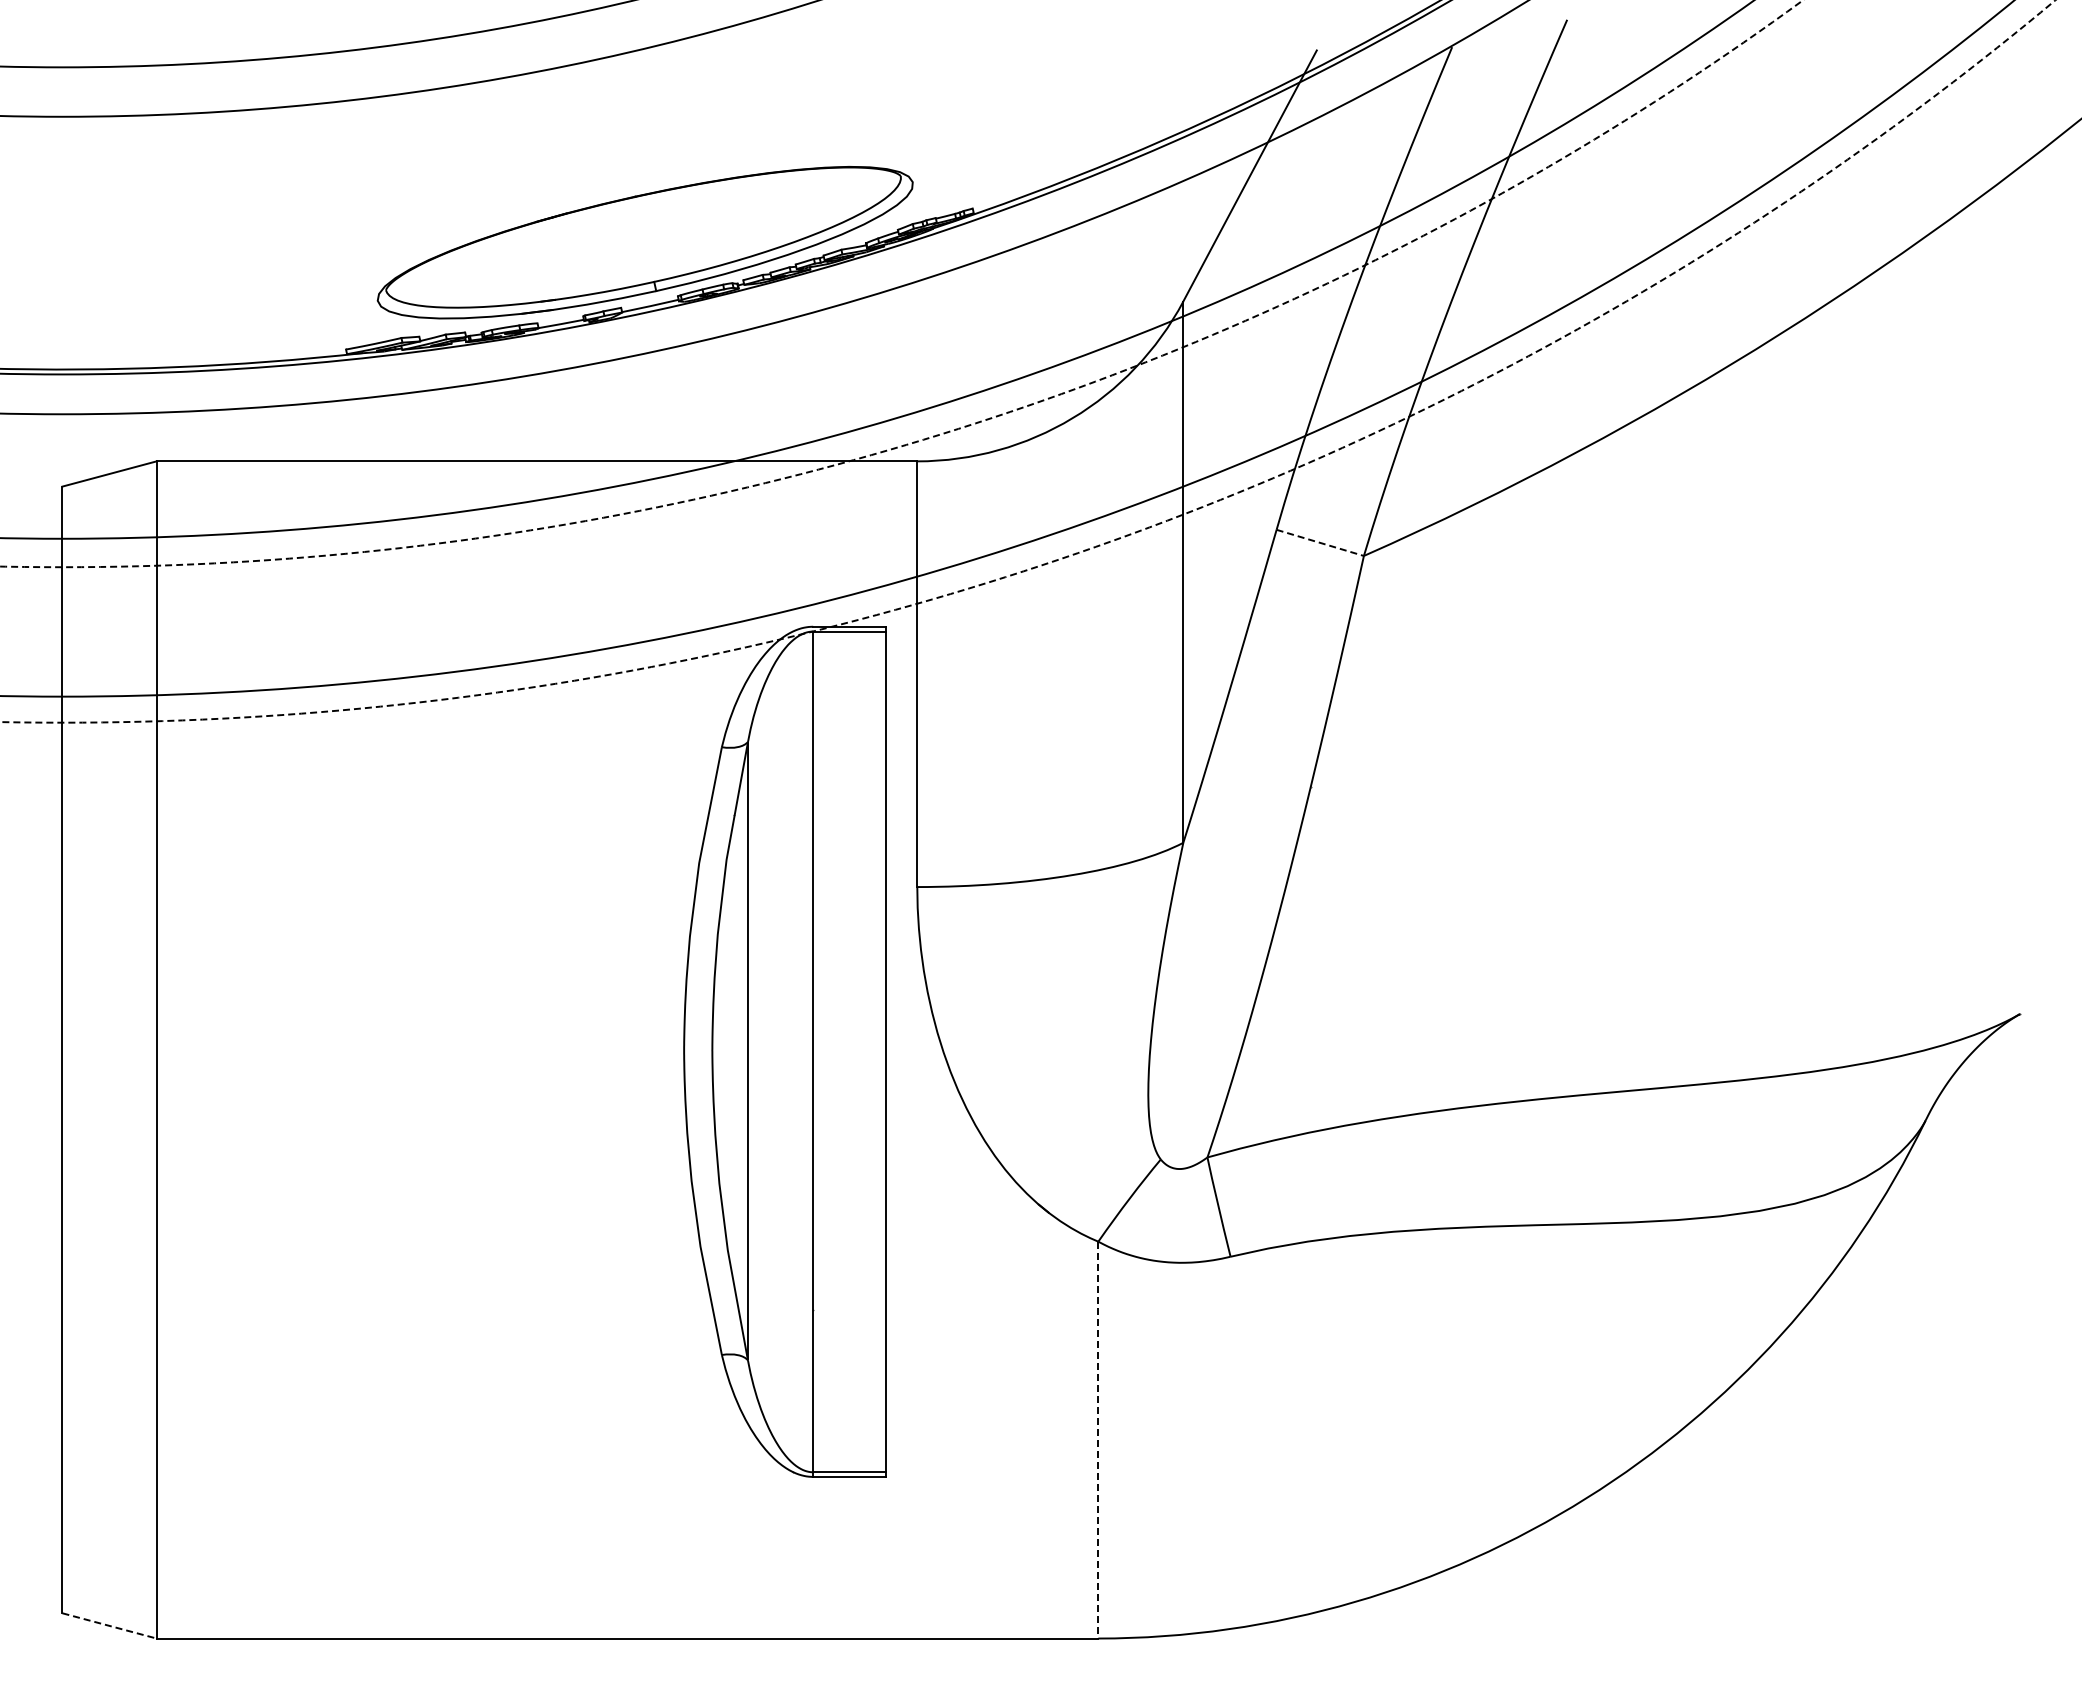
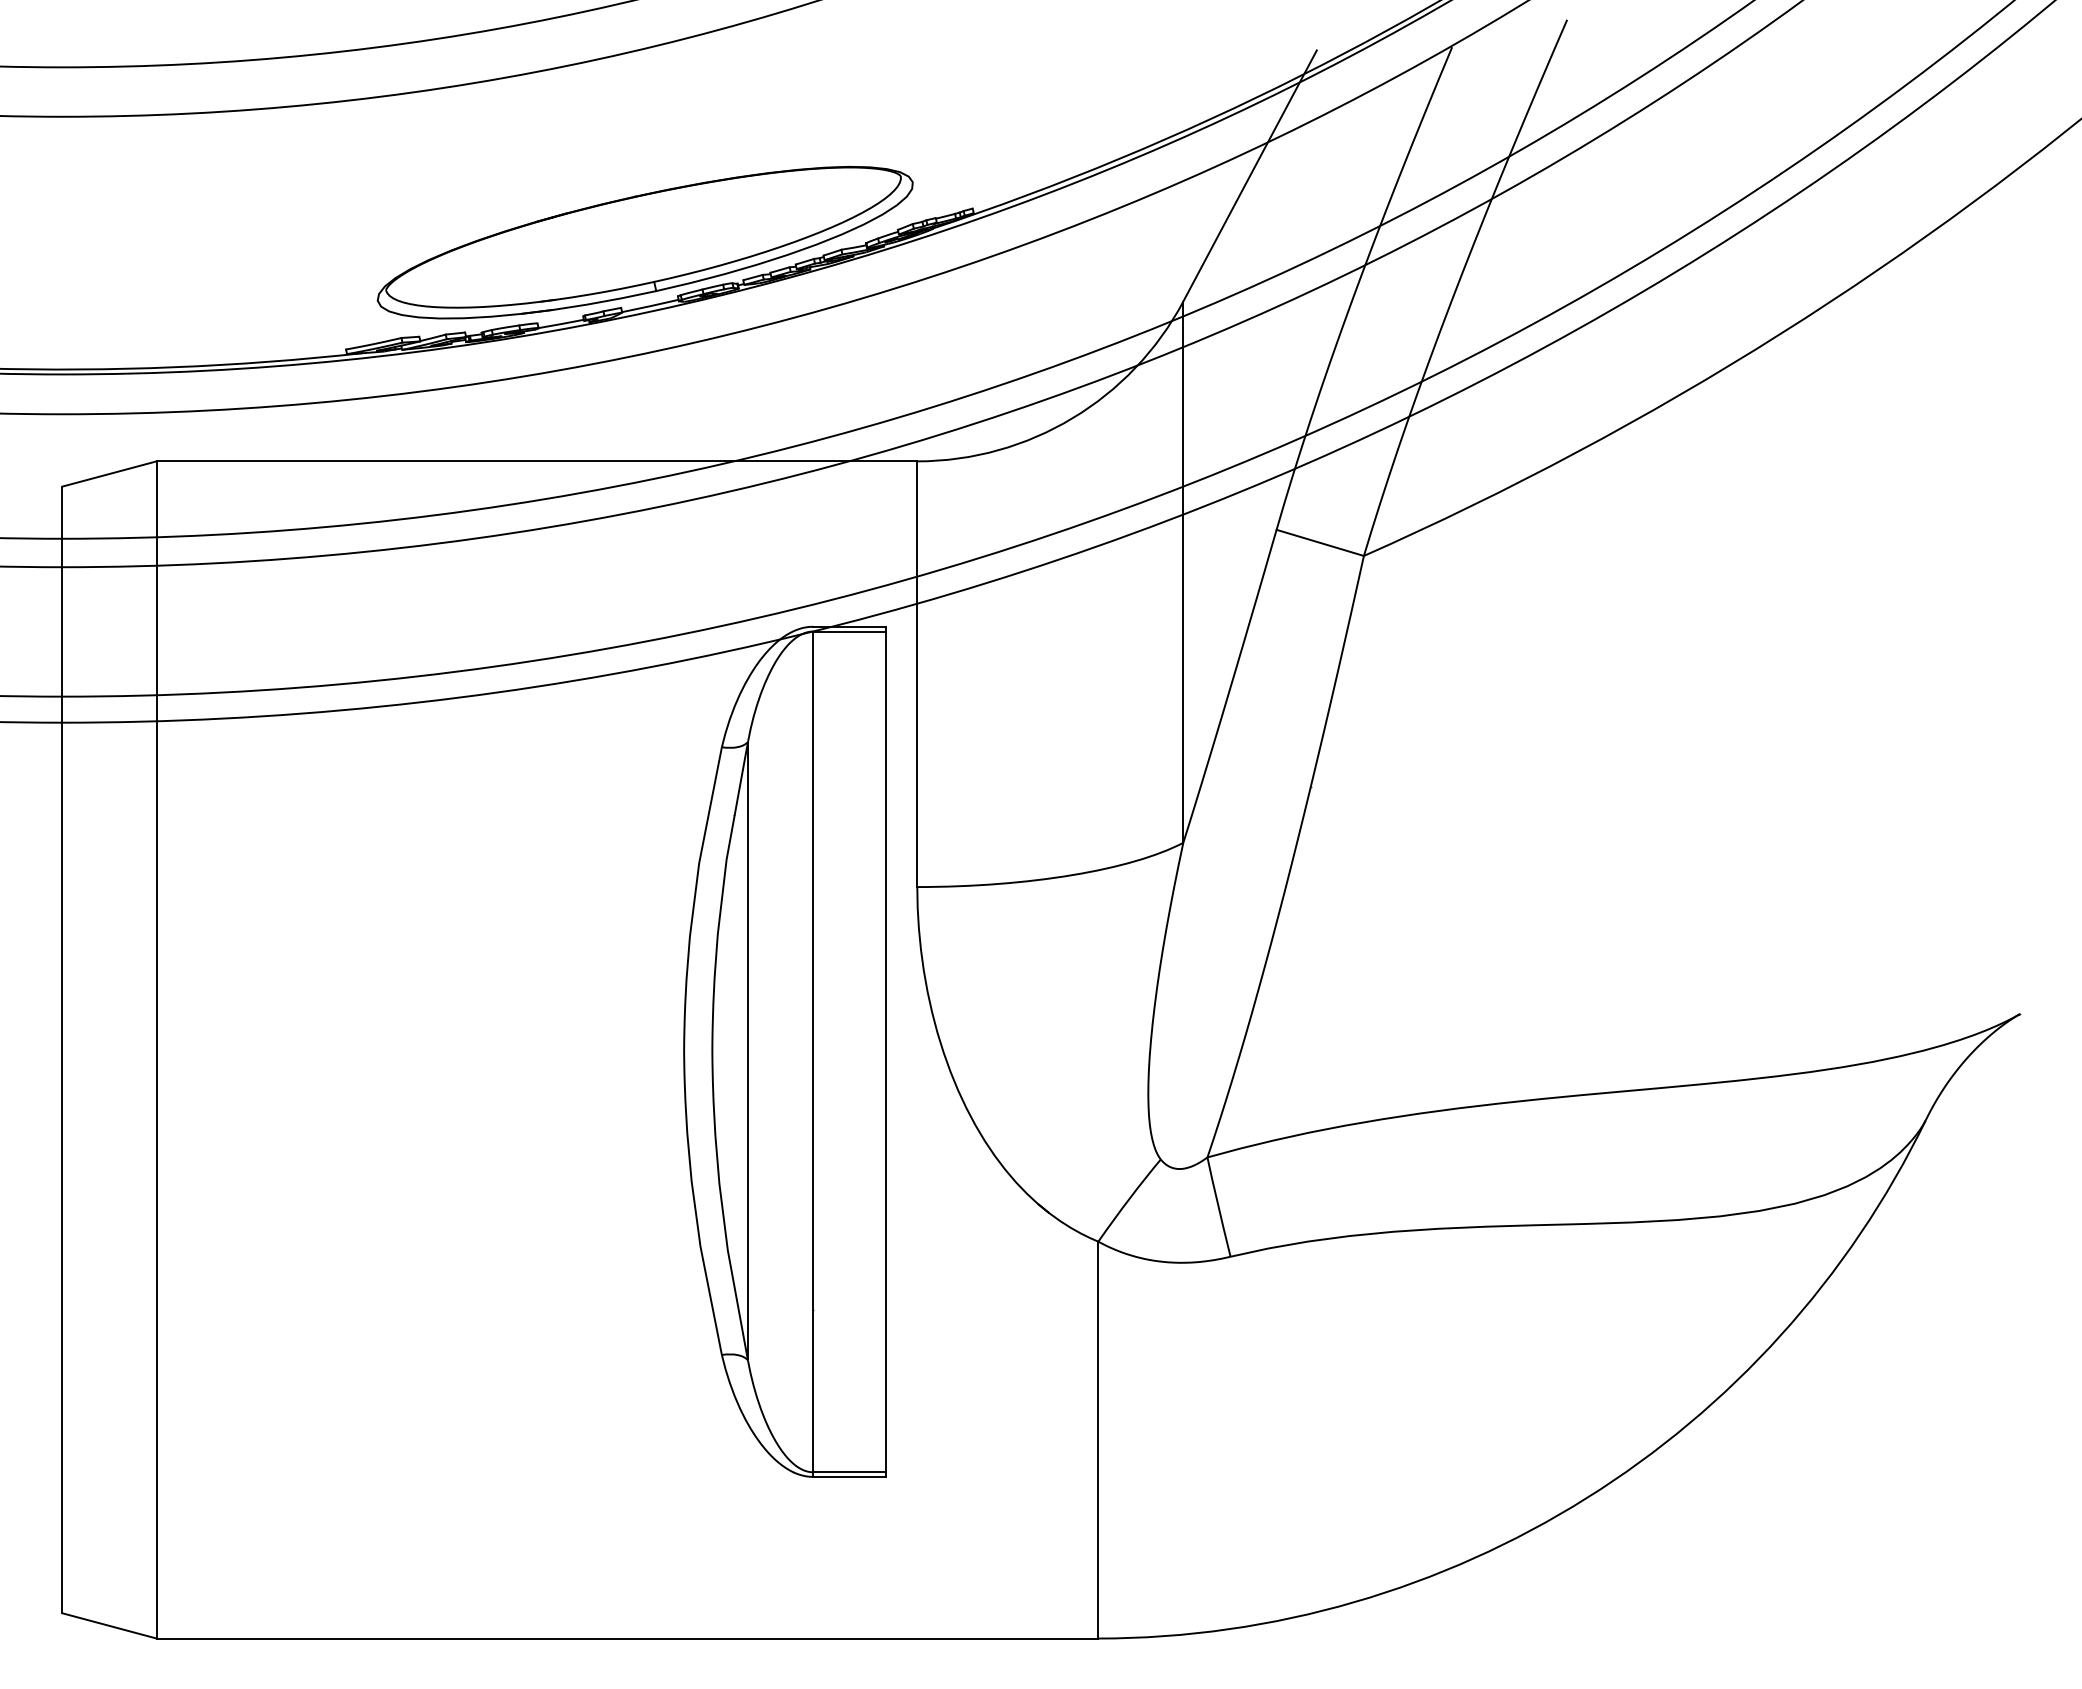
circle at (901, 283): dashed -> solid
circle at (1027, 361): dashed -> solid
line at (1320, 542): dashed -> solid
line at (1098, 1440): dashed -> solid
line at (109, 1625): dashed -> solid
